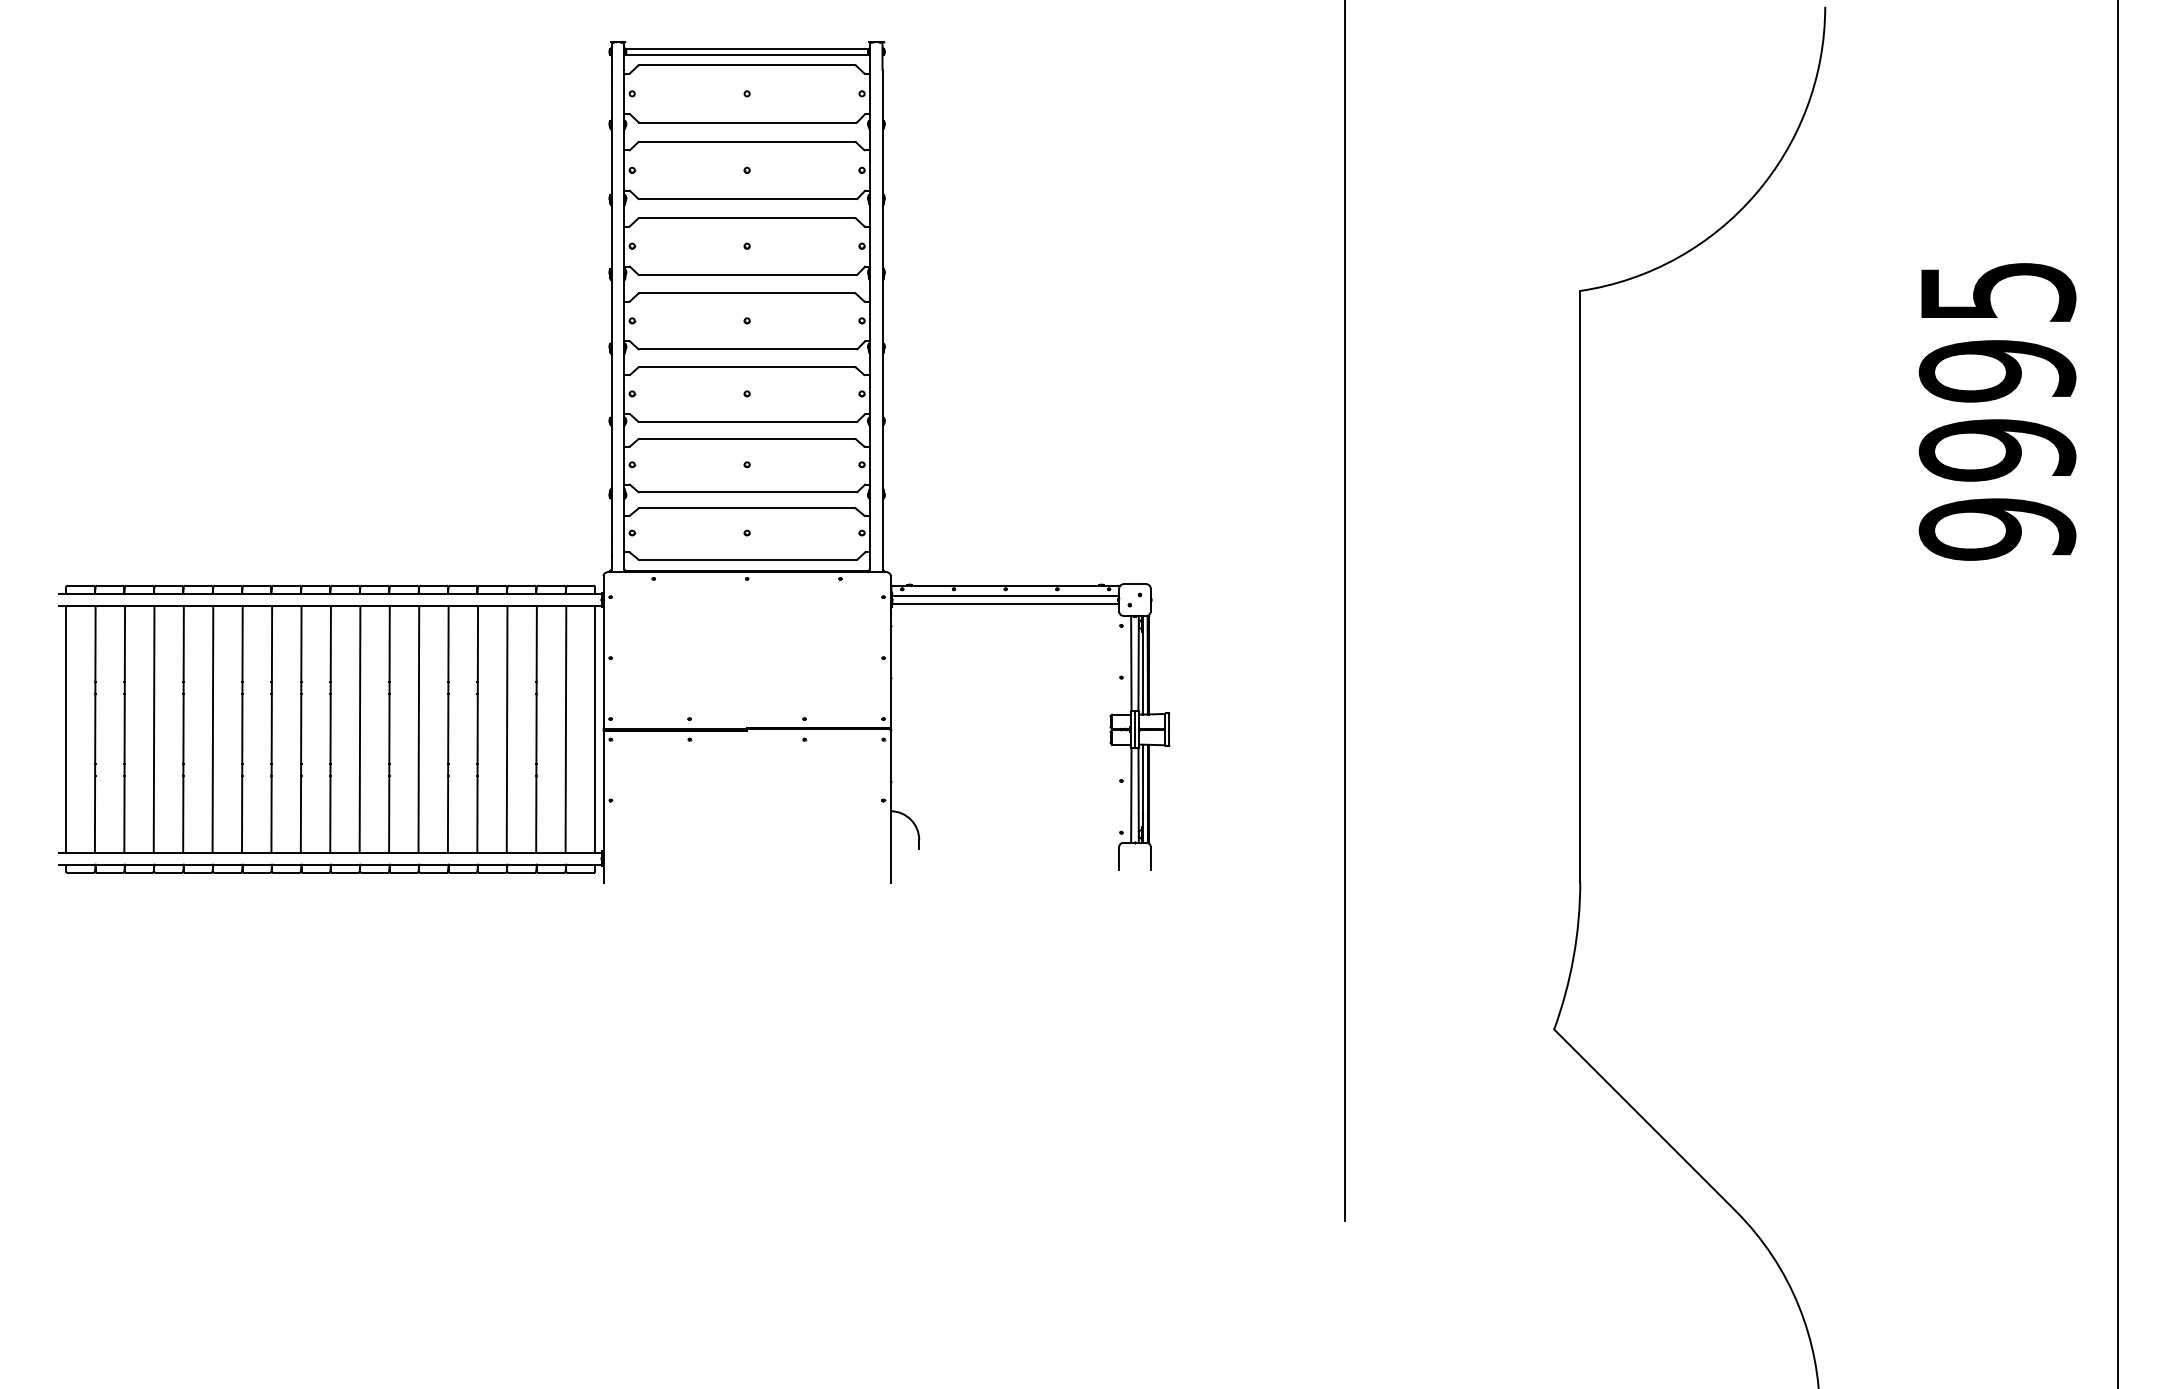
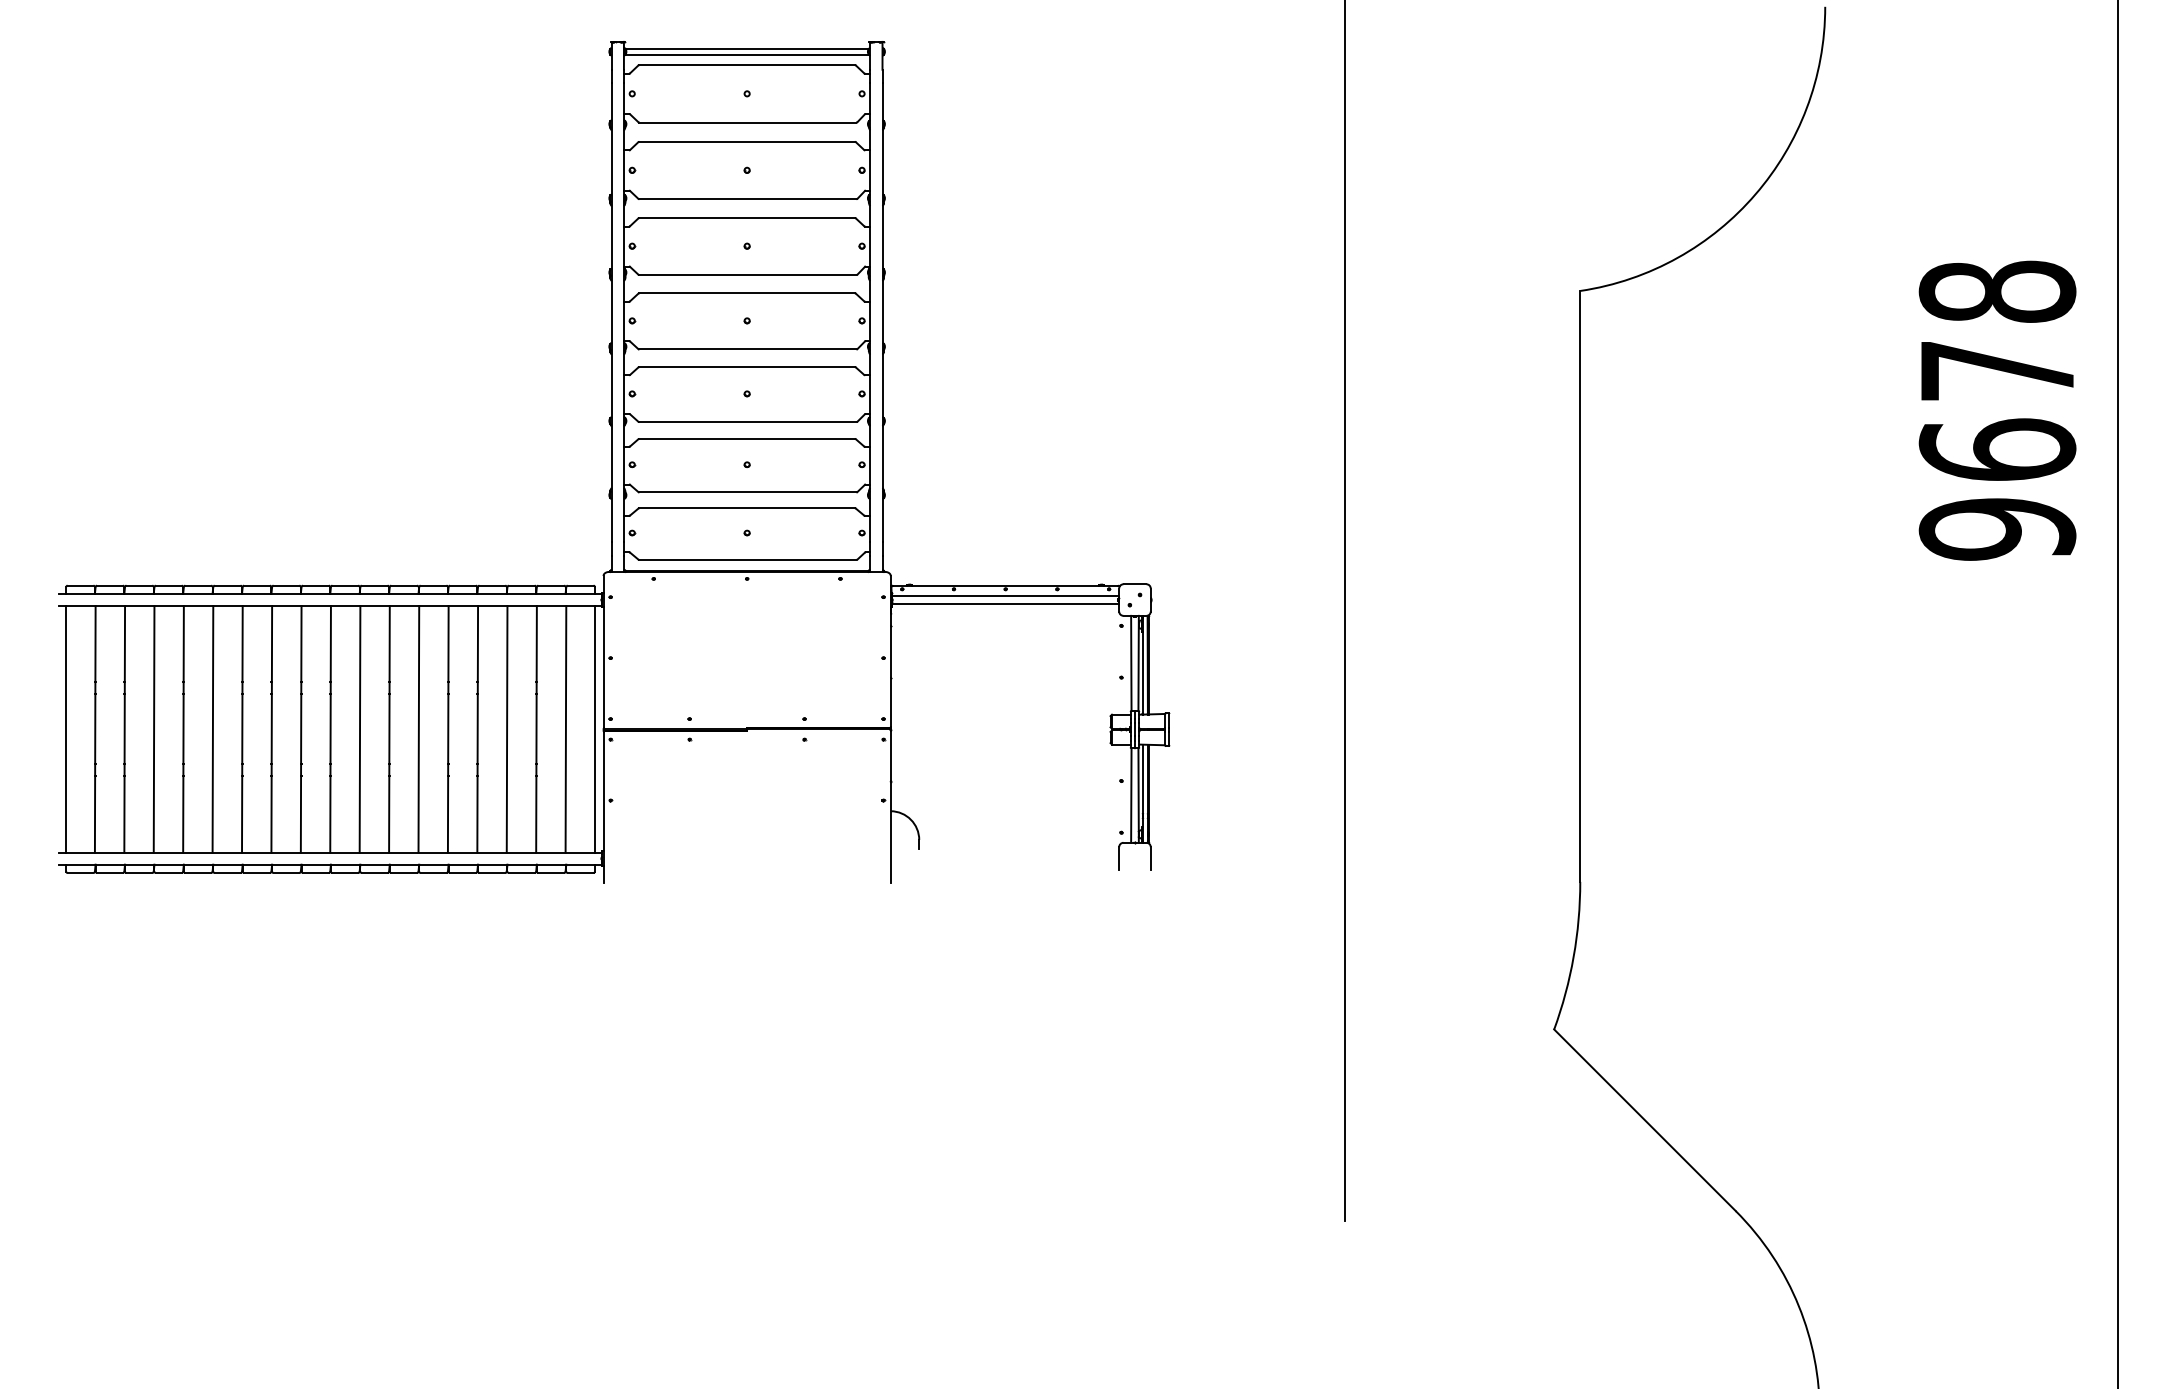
text at (1997, 370): 9995 -> 9678
